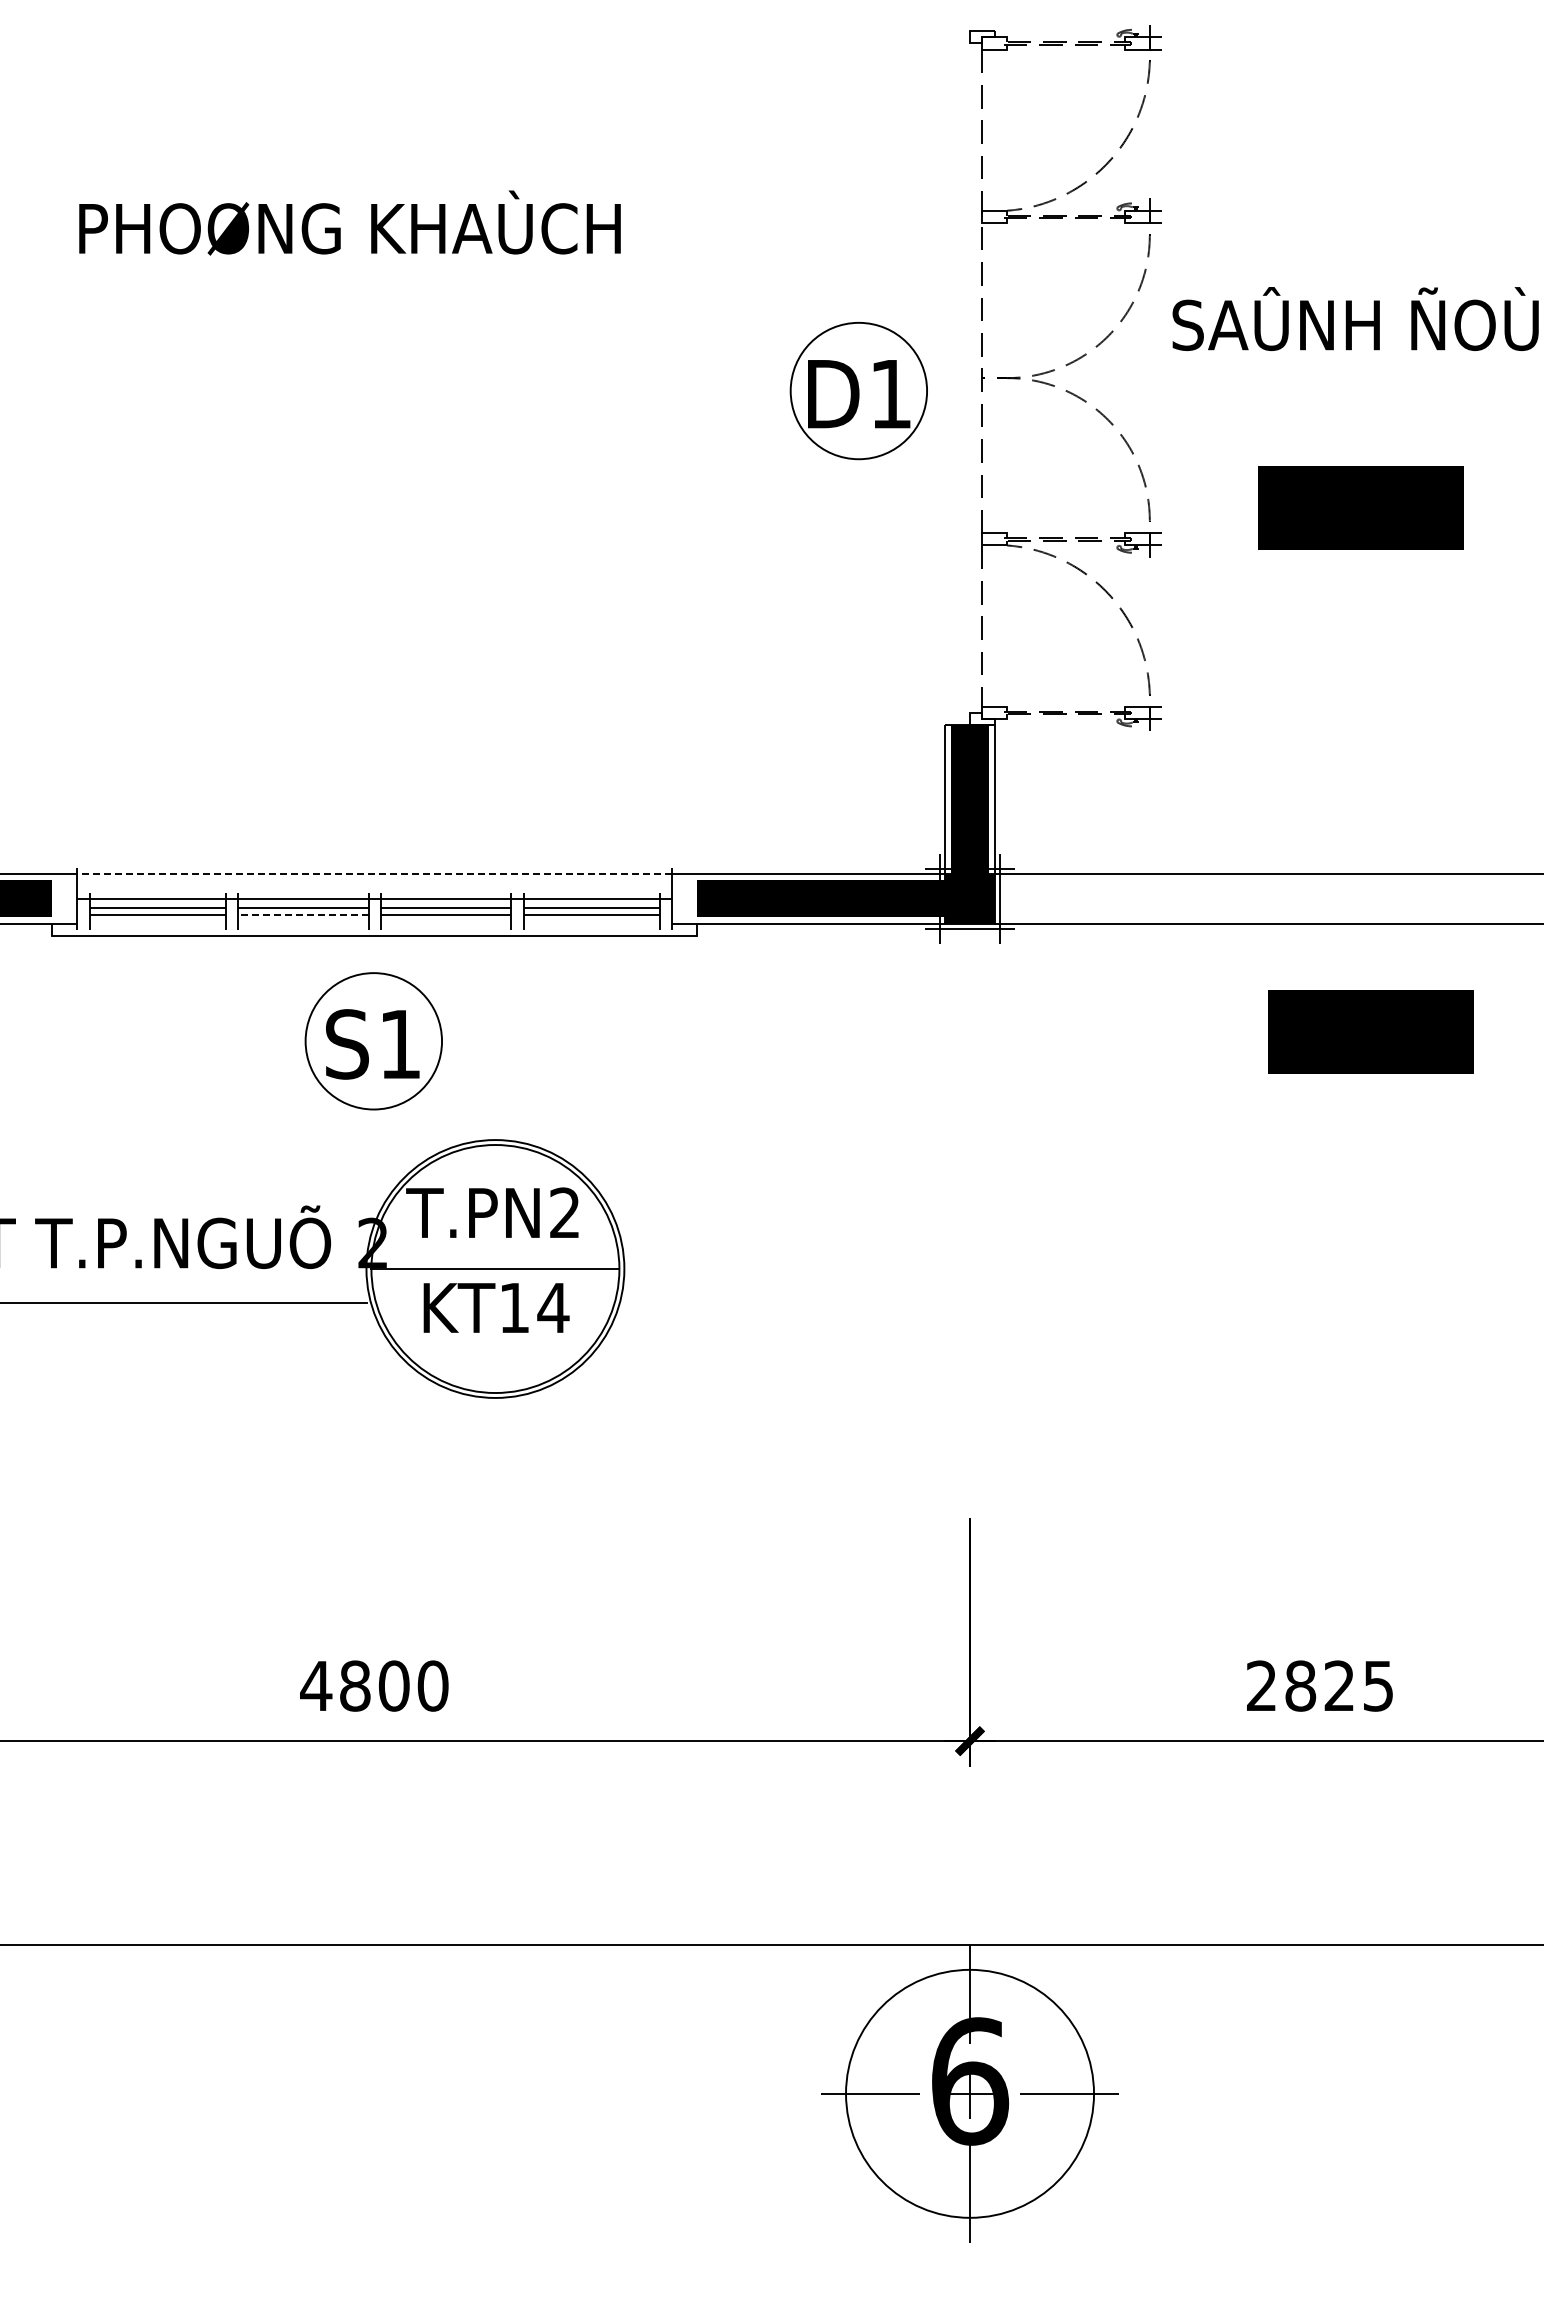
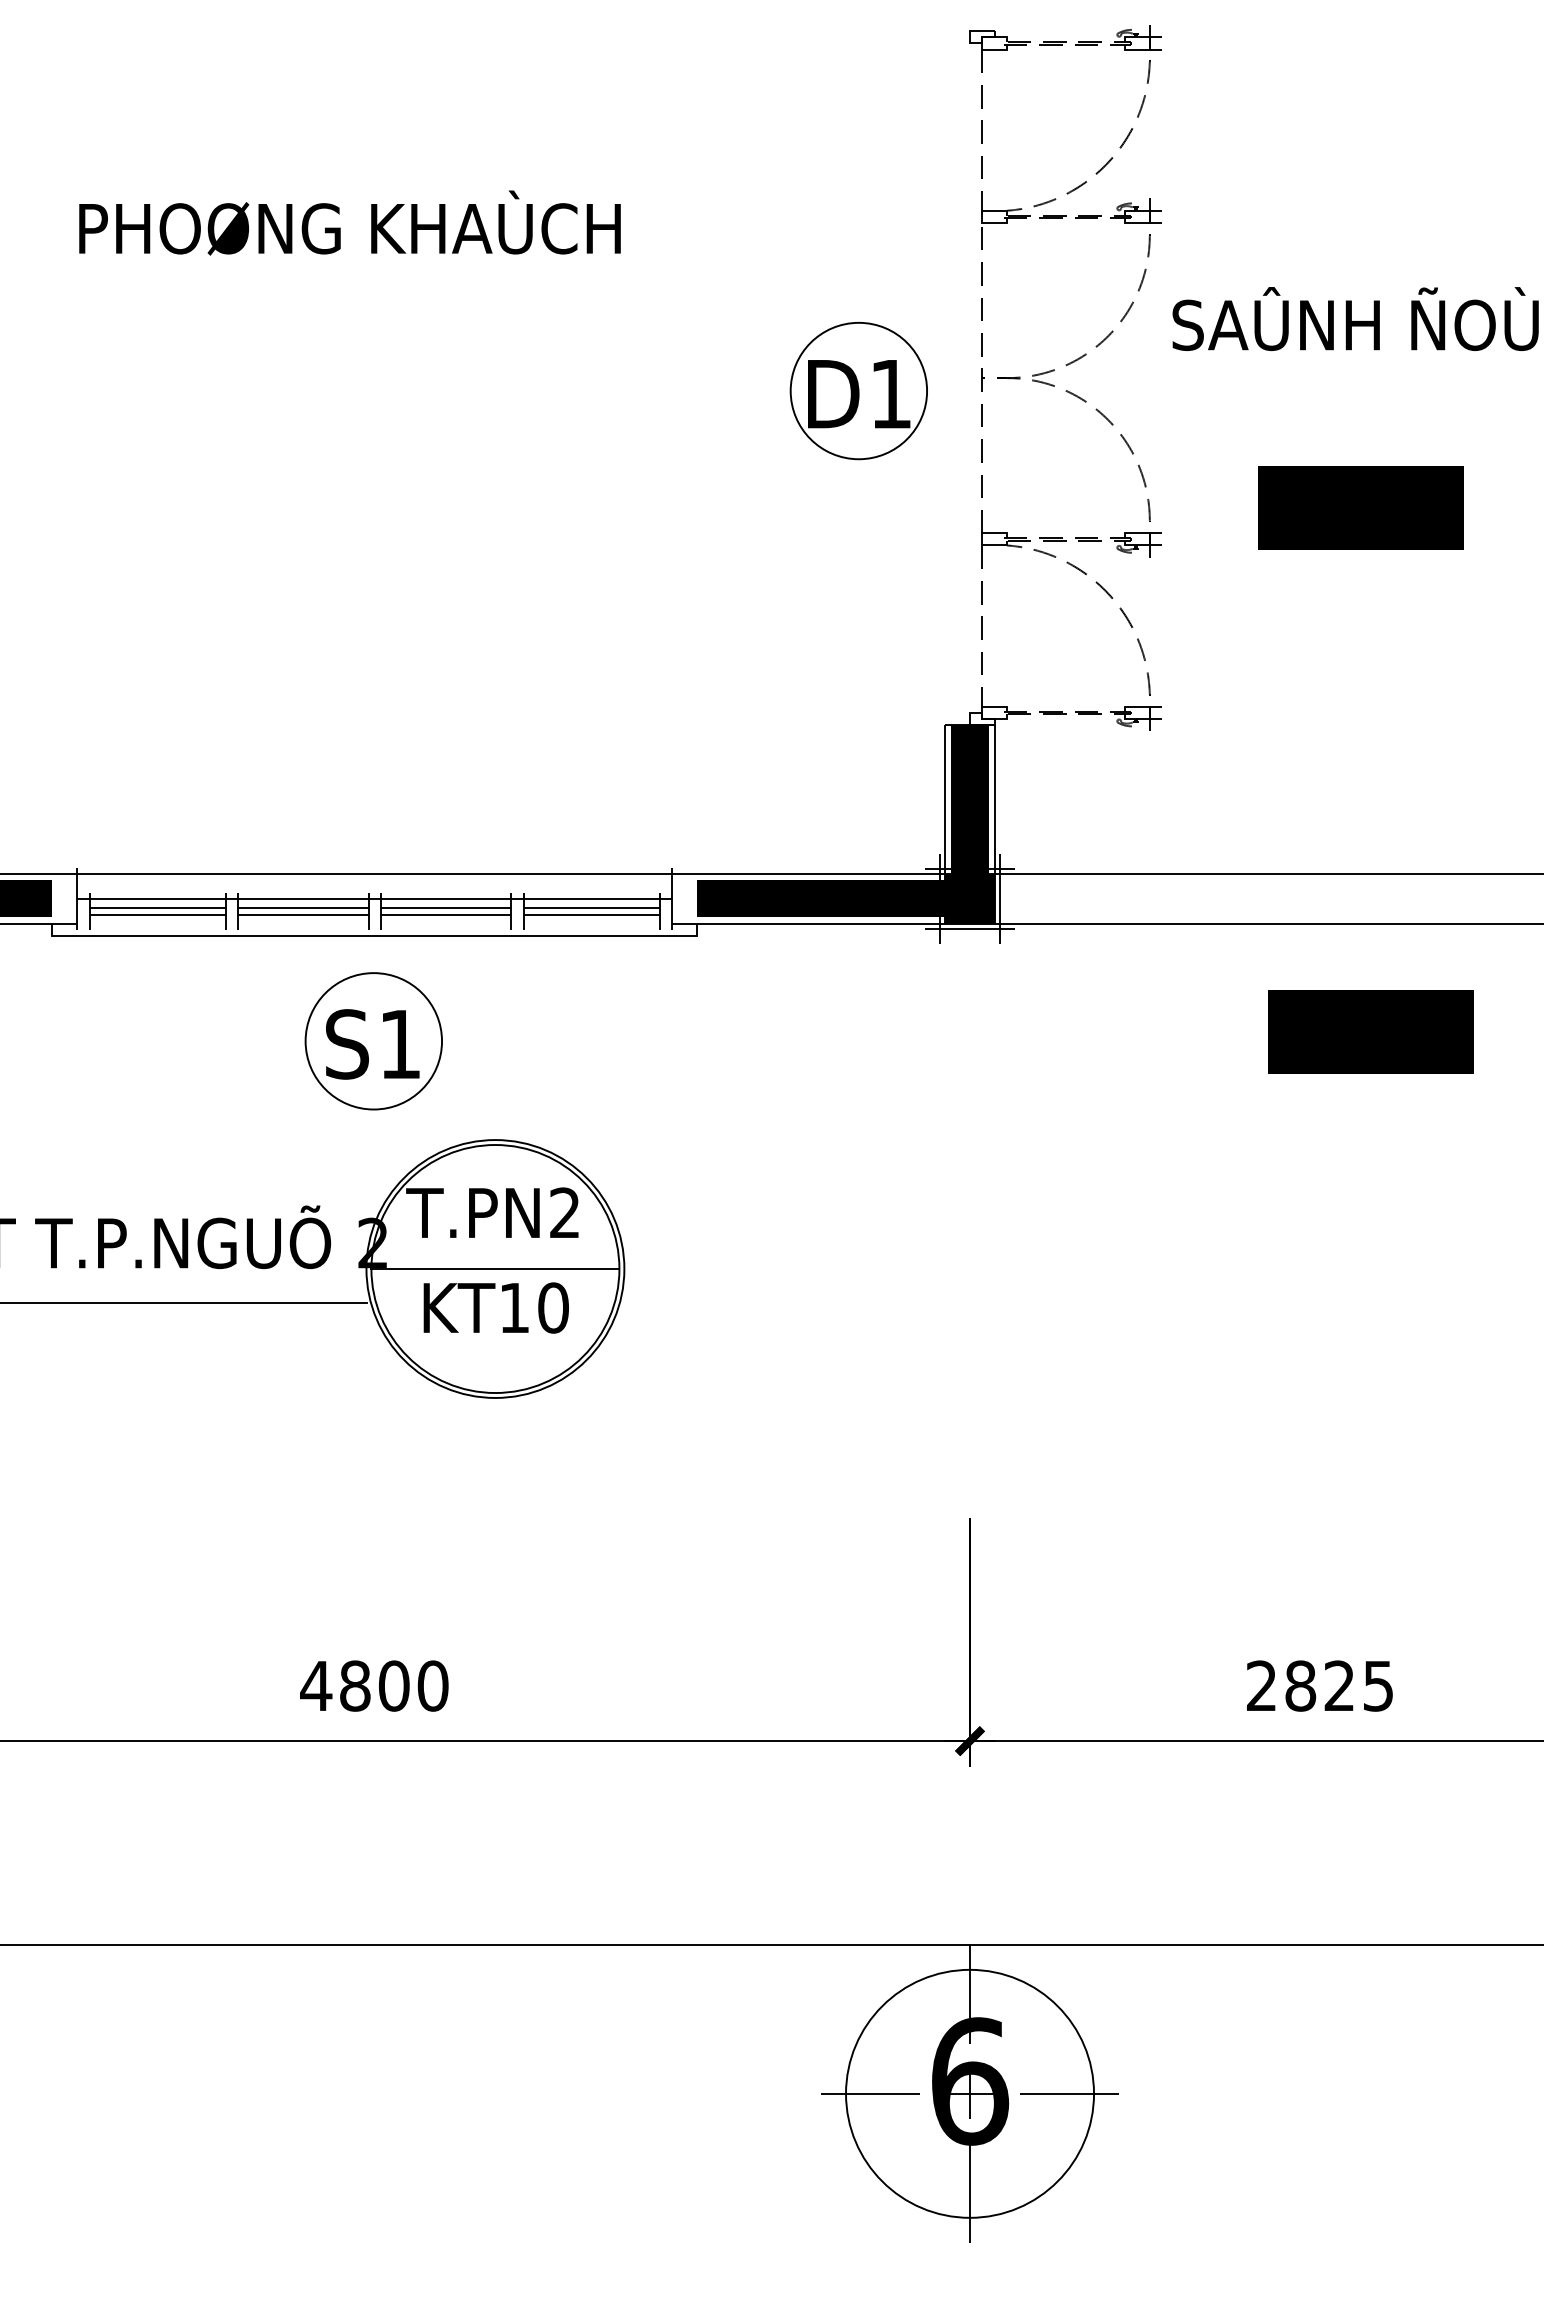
line at (374, 874): dashed -> solid
line at (303, 915): dashed -> solid
text at (553, 1307): KT14 -> KT10
